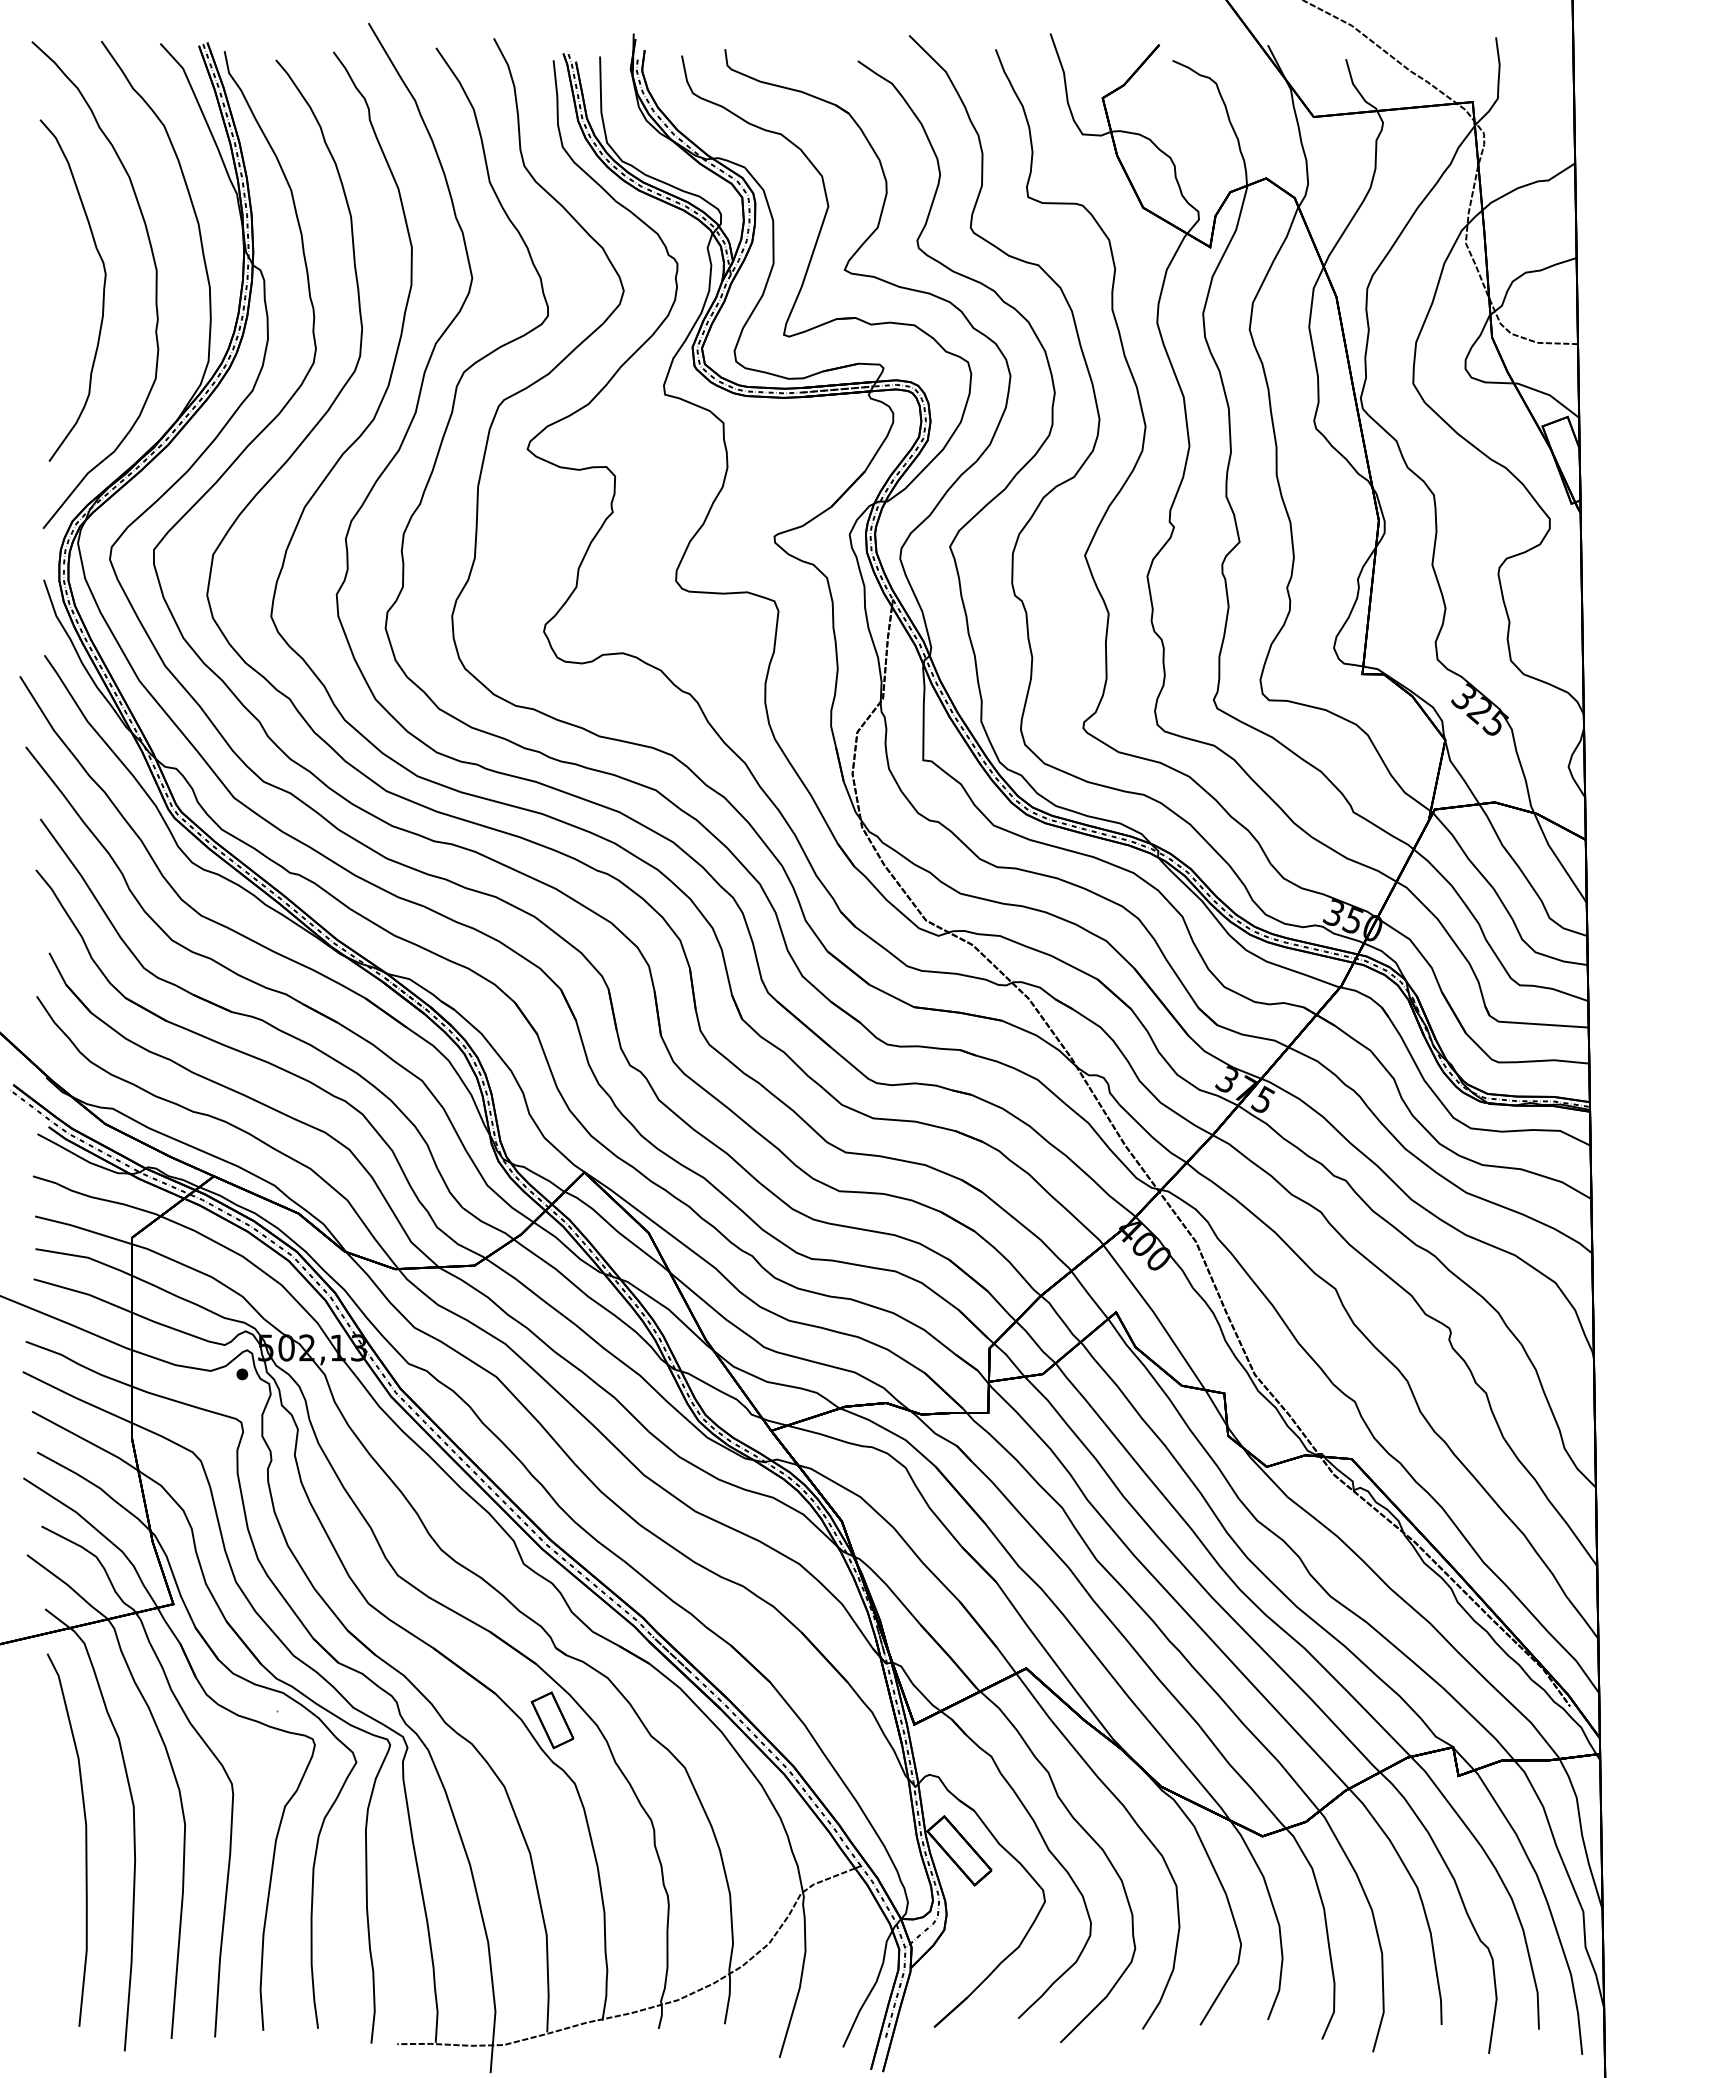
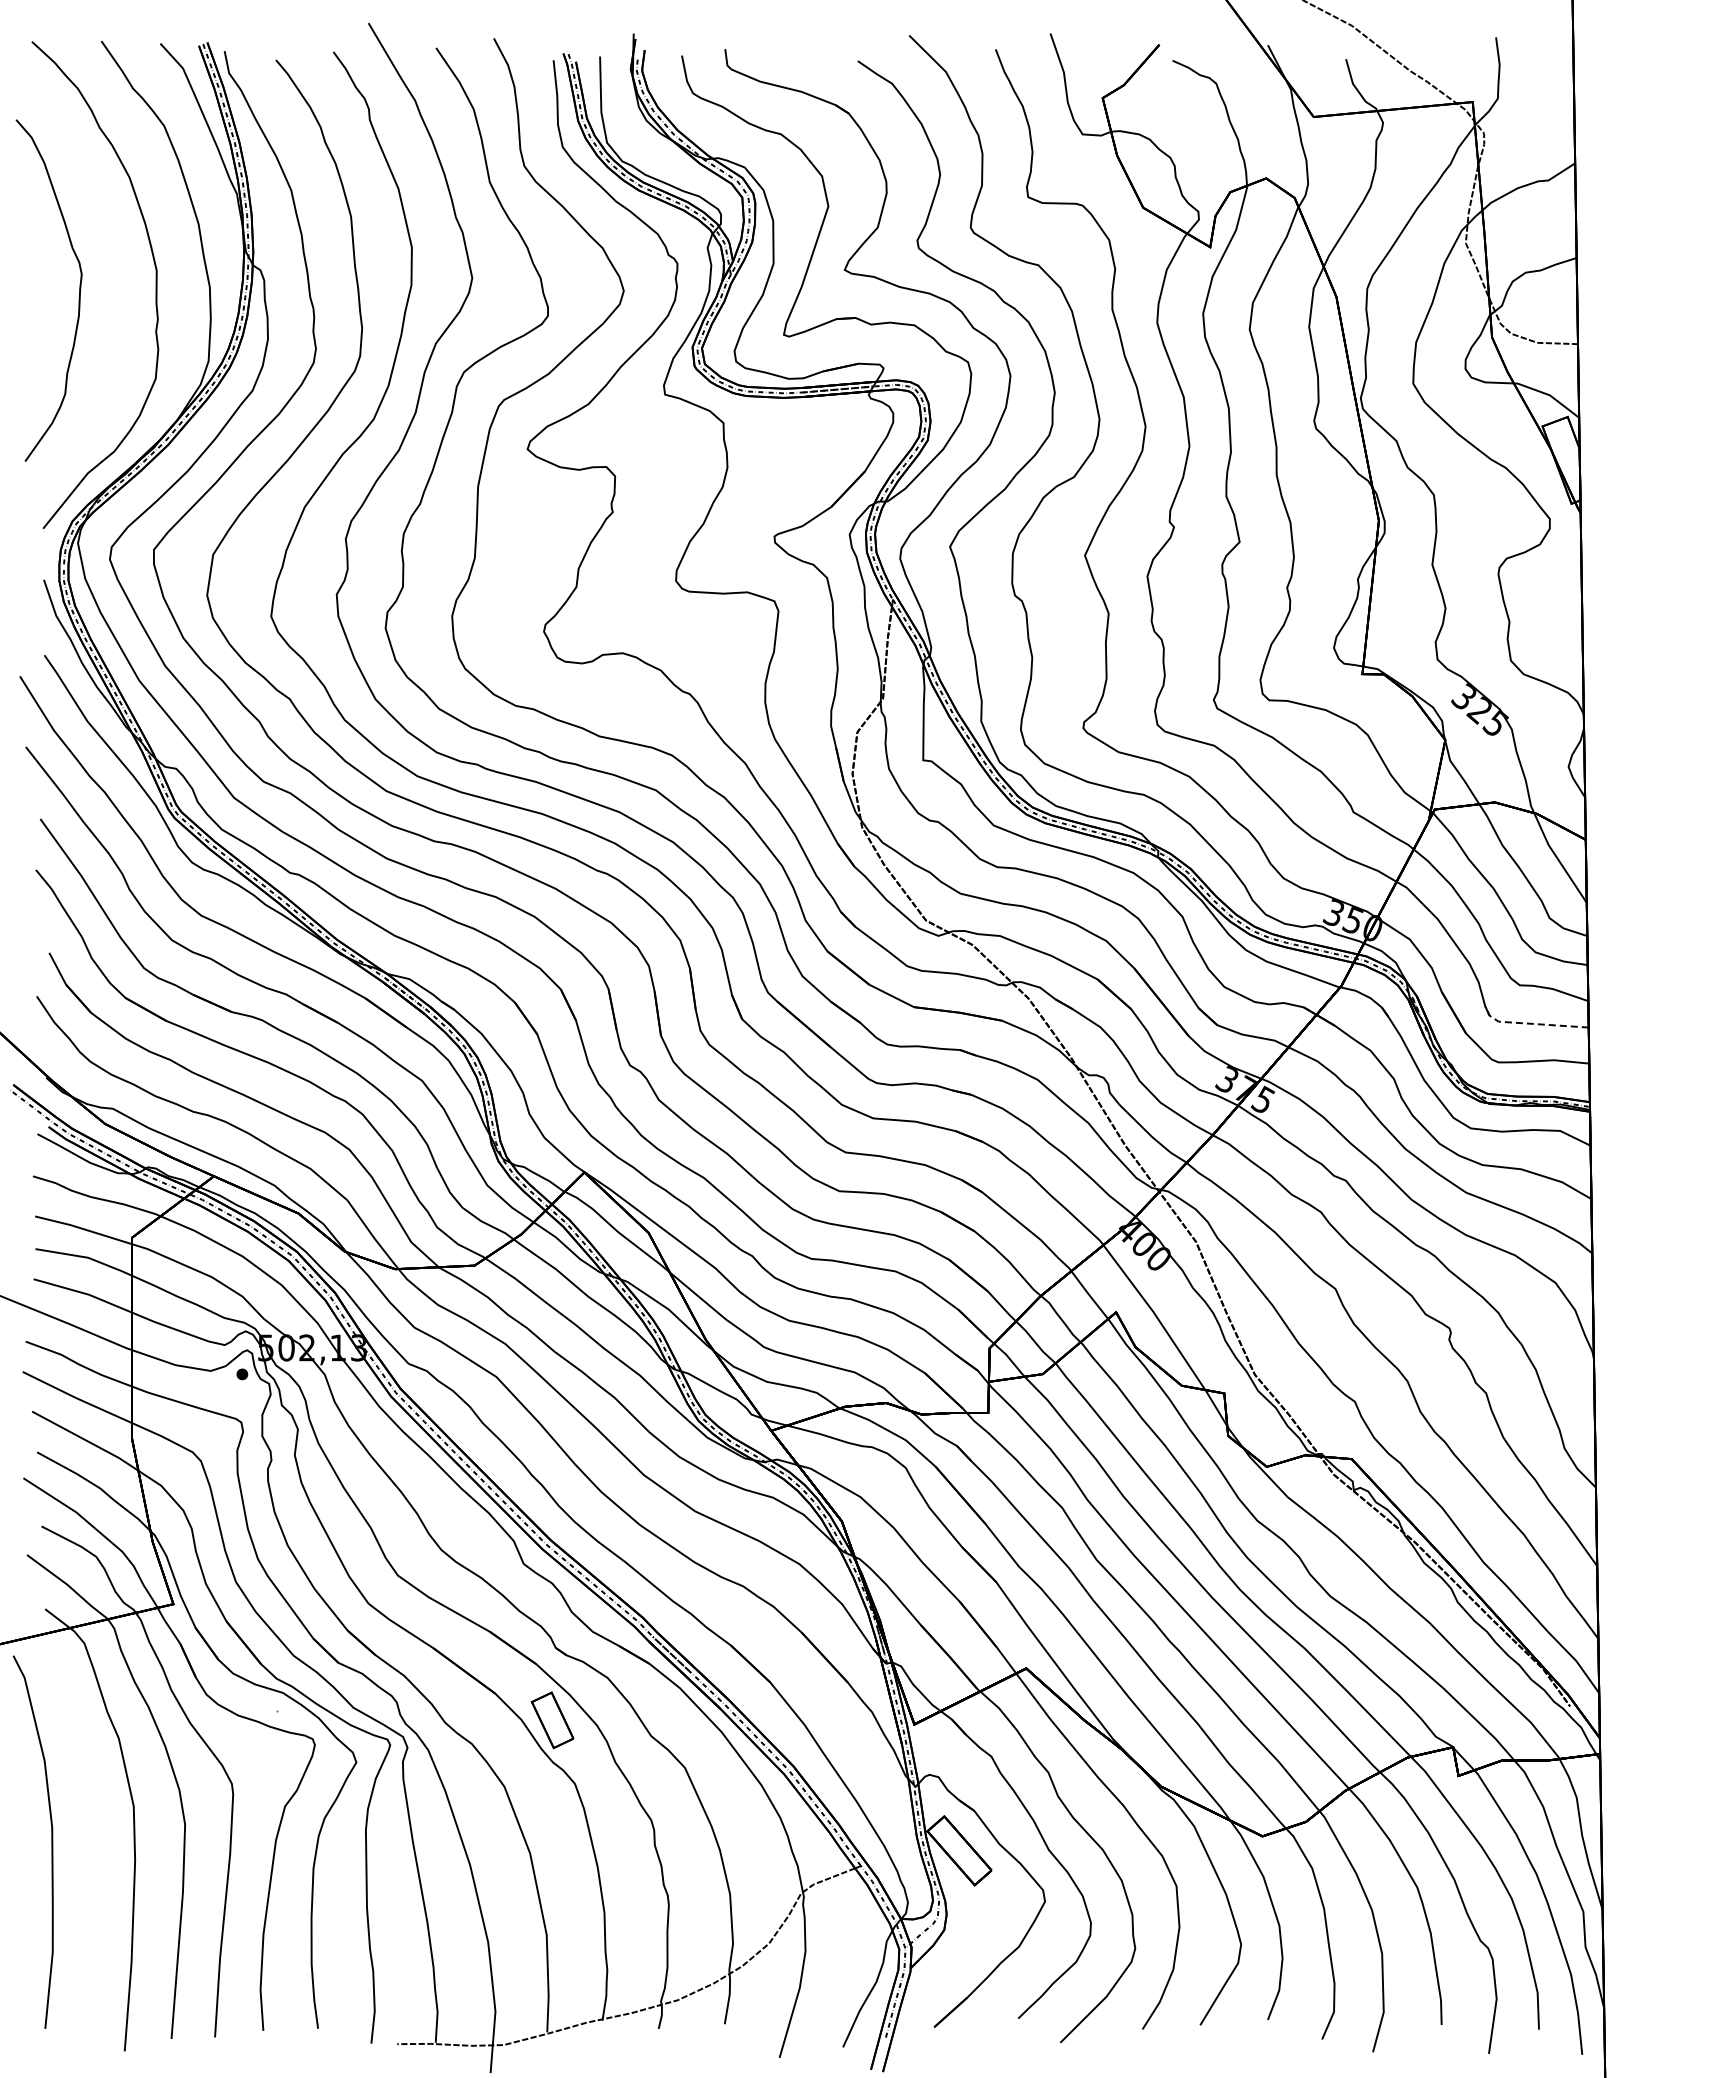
curve at (102, 297) position: (102, 297) -> (78, 297)
line at (1531, 1023): solid -> dashed
curve at (85, 1839) position: (85, 1839) -> (51, 1841)
